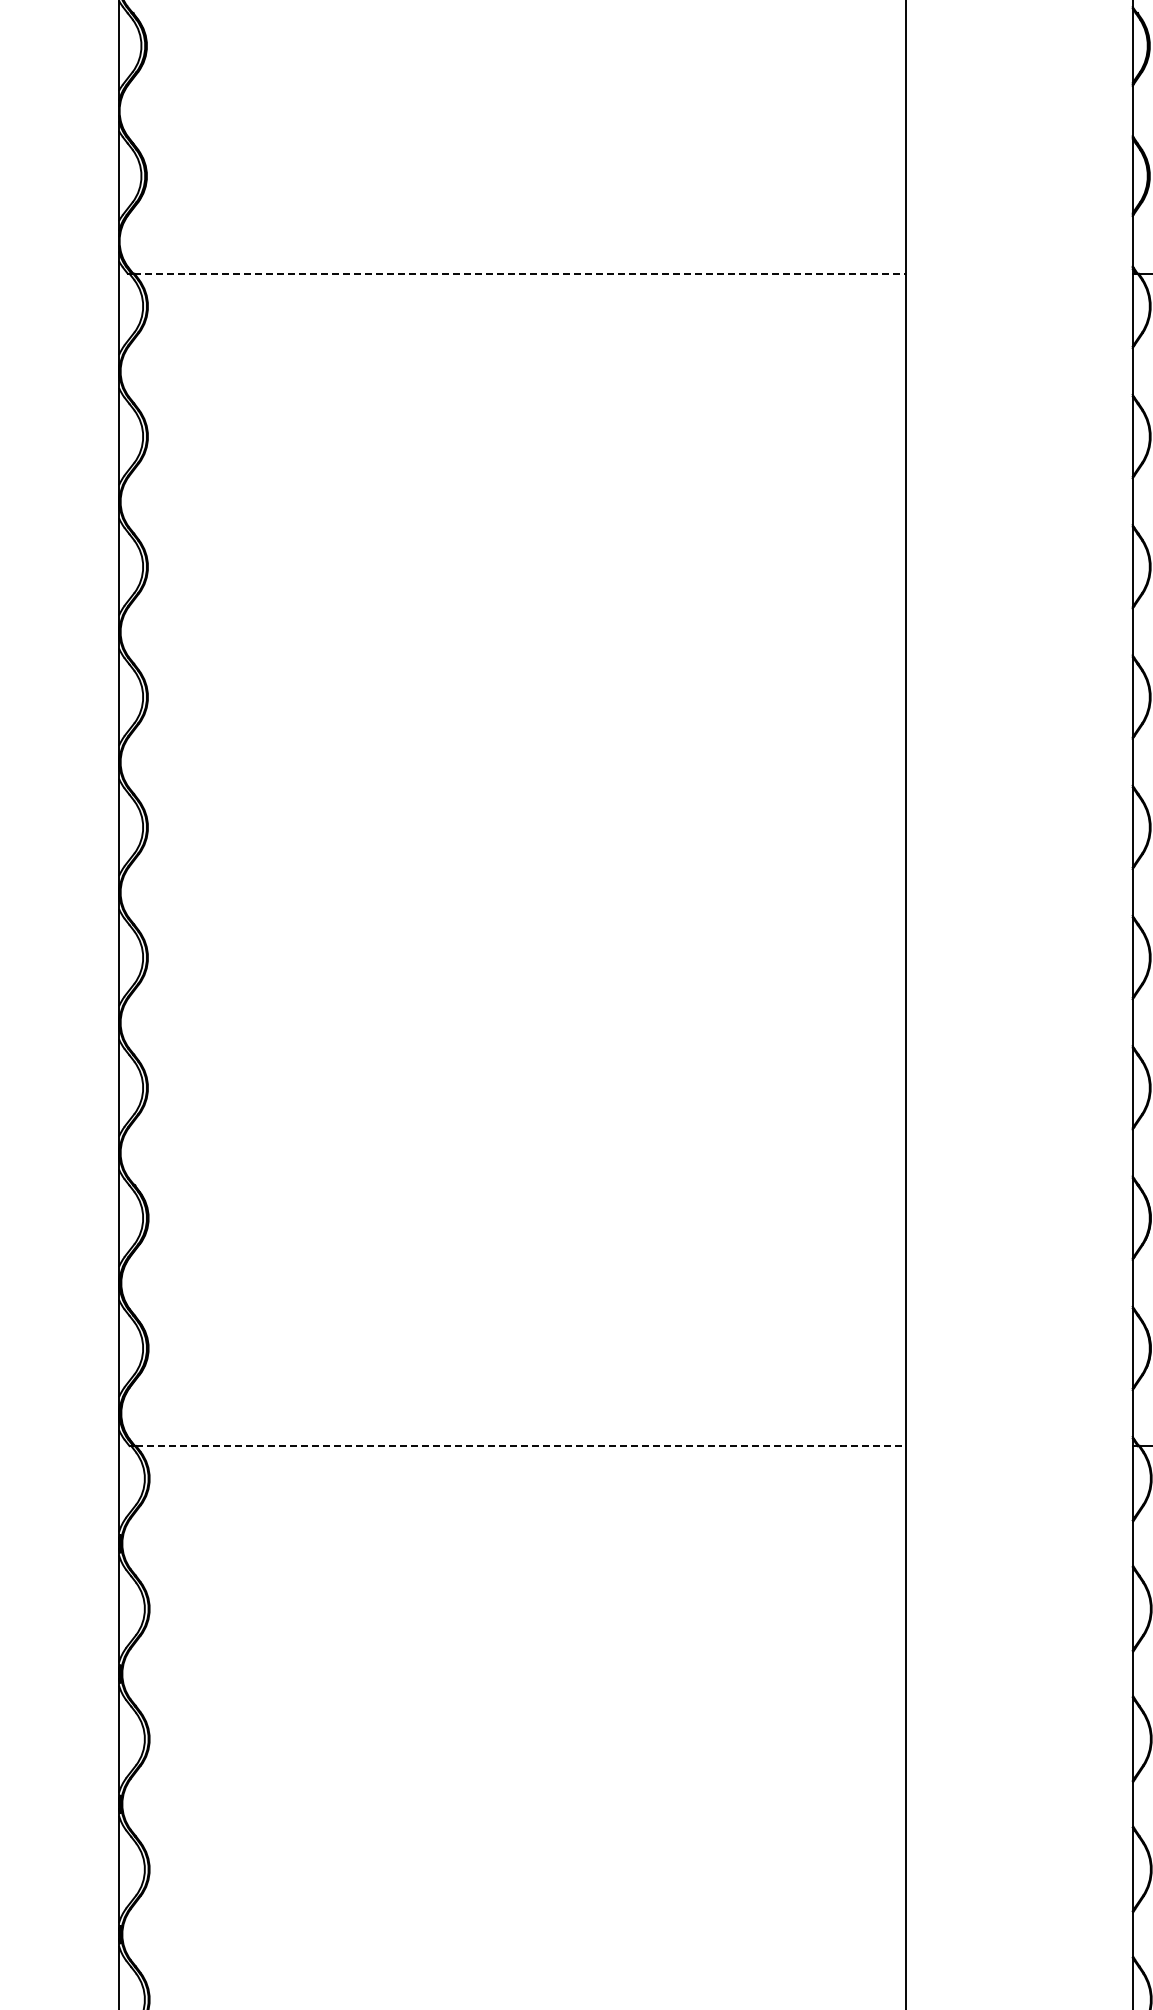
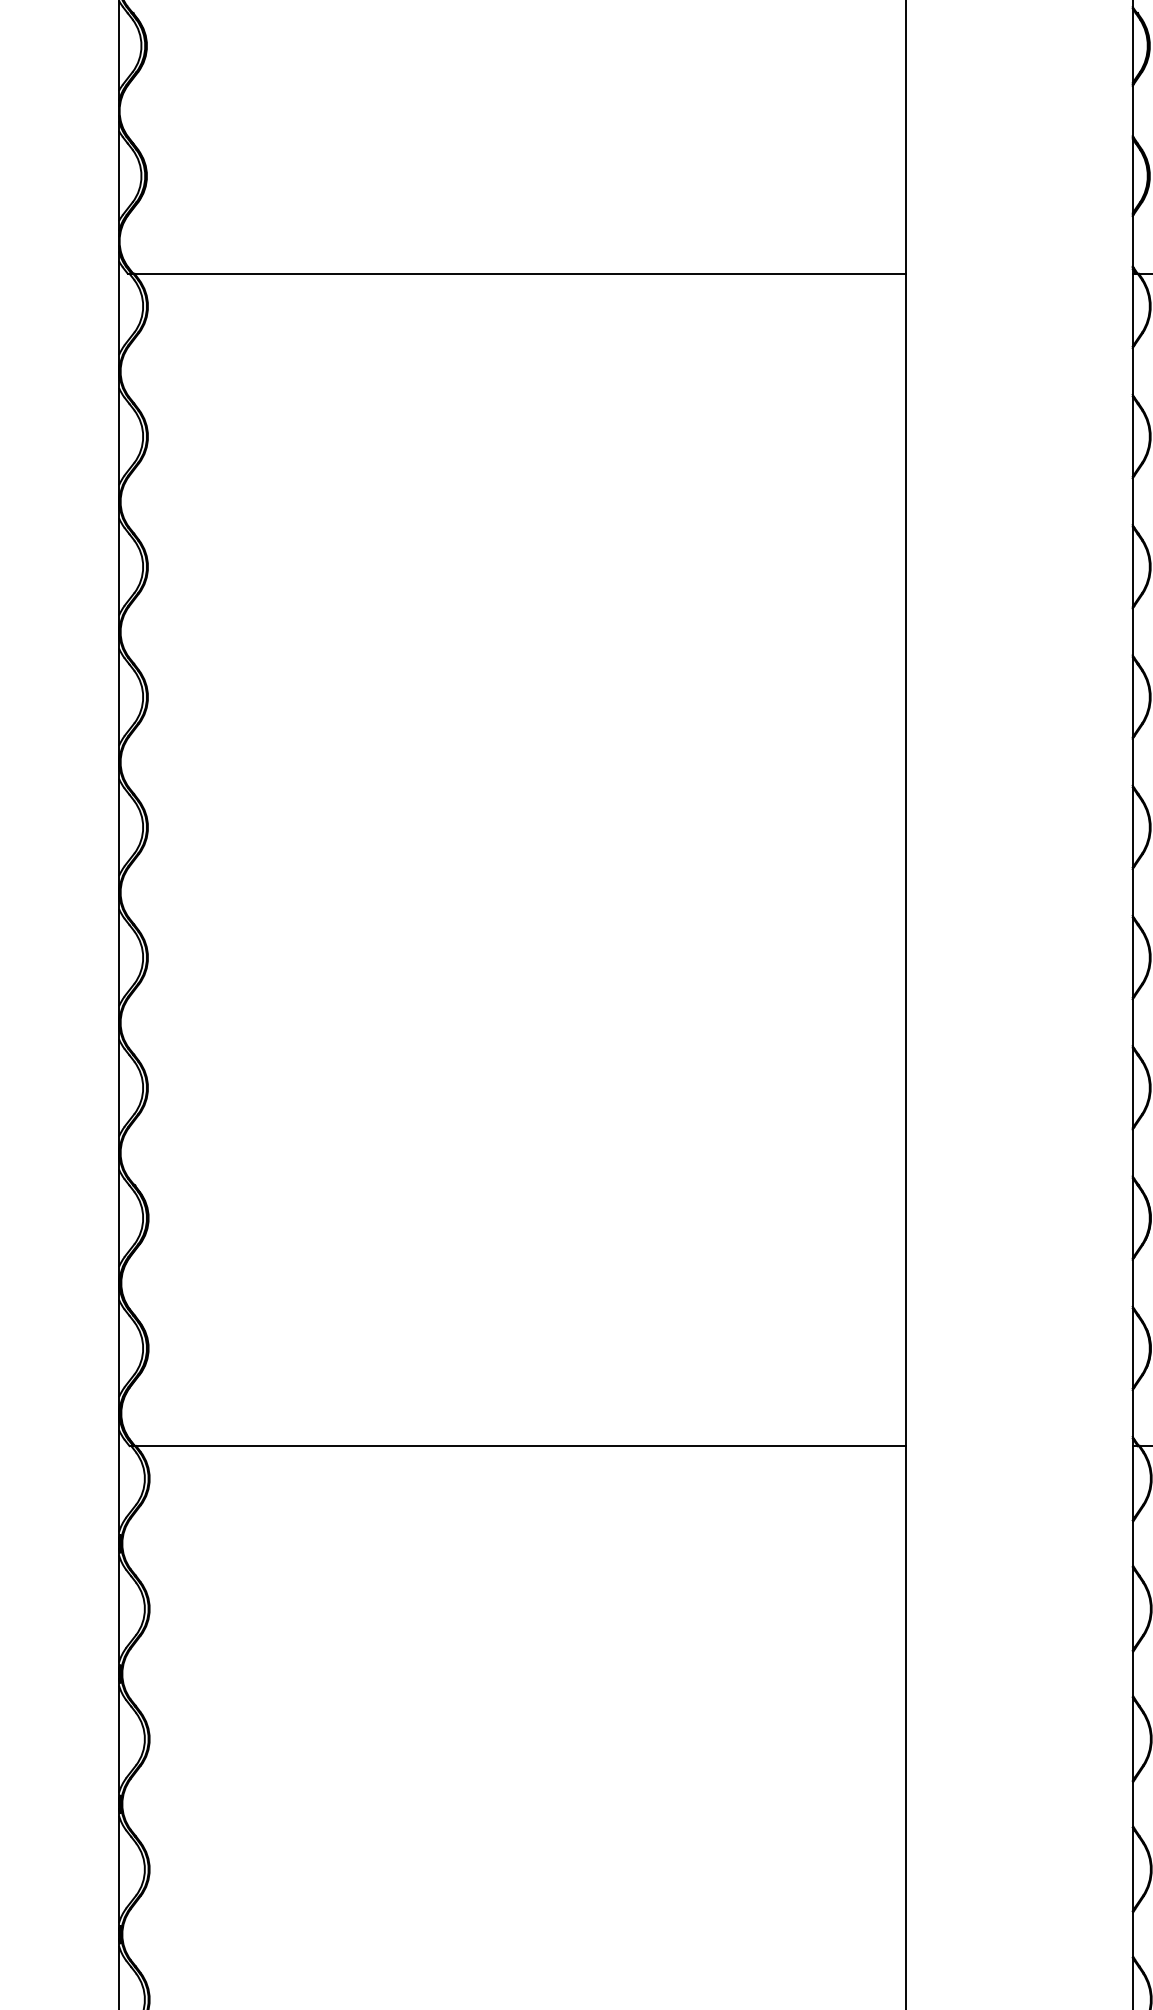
line at (520, 273): dashed -> solid
line at (521, 1446): dashed -> solid
